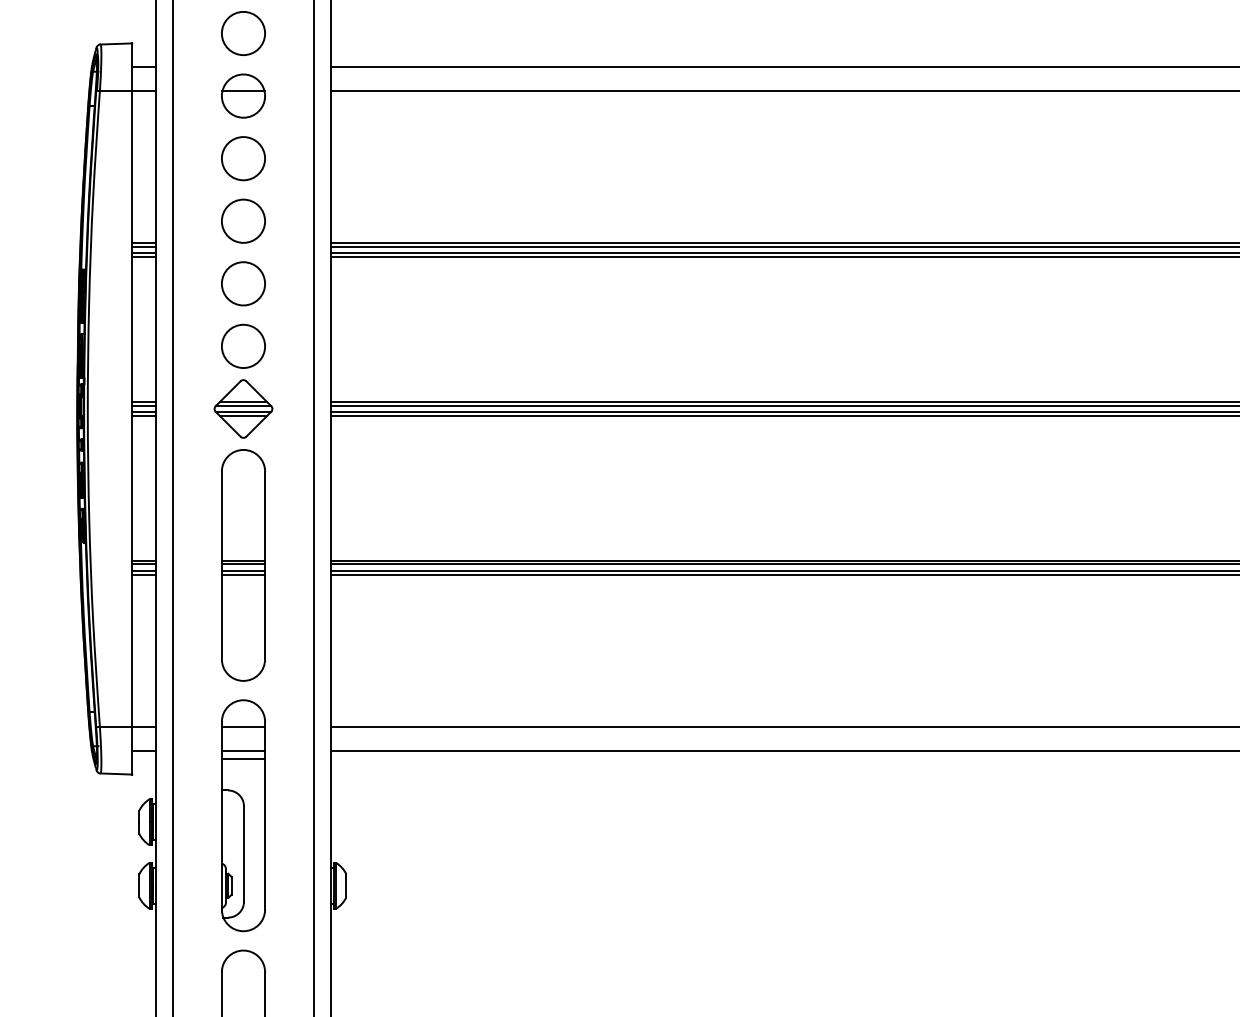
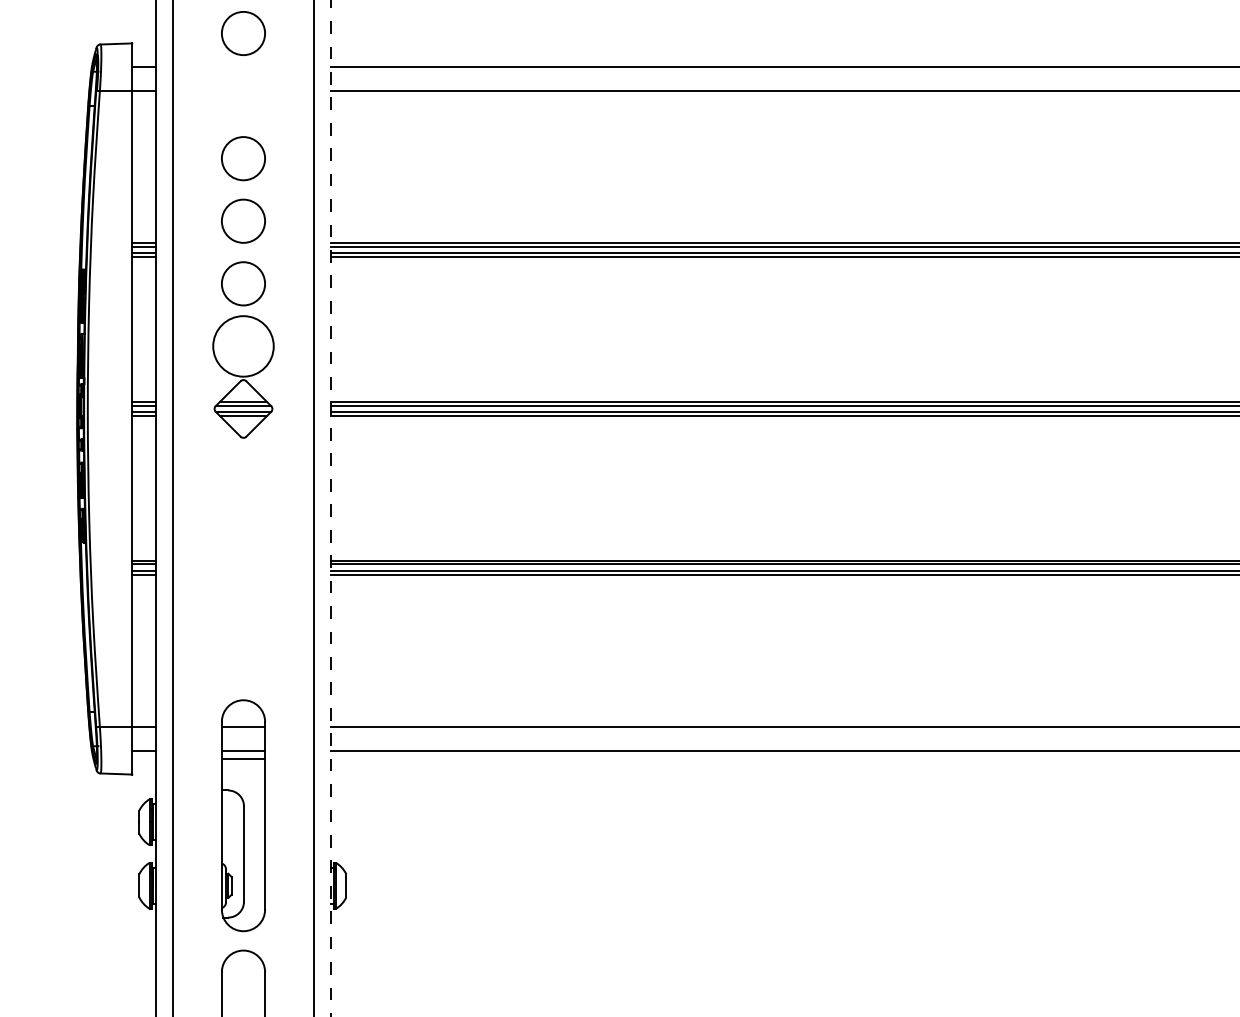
part at (243, 95): present -> none
circle at (243, 346) diameter: 43 px -> 61 px
line at (330, 508): solid -> dashed
part at (243, 565): present -> none
